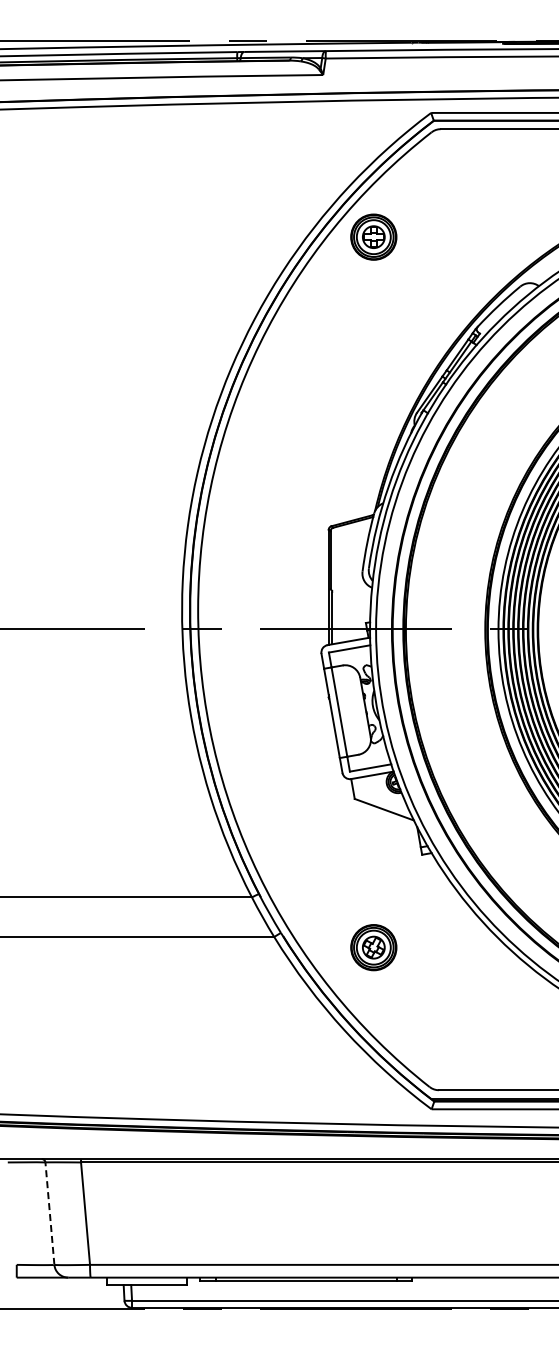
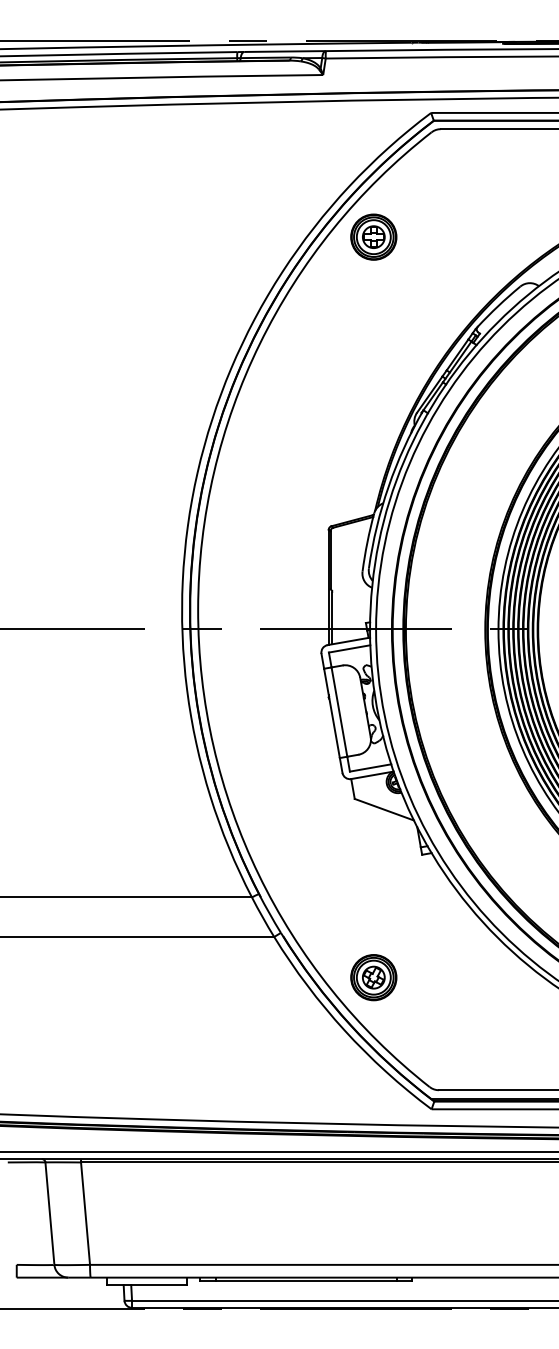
part at (373, 947) position: (373, 947) -> (373, 977)
line at (278, 1151): none -> present
line at (49, 1213): dashed -> solid
